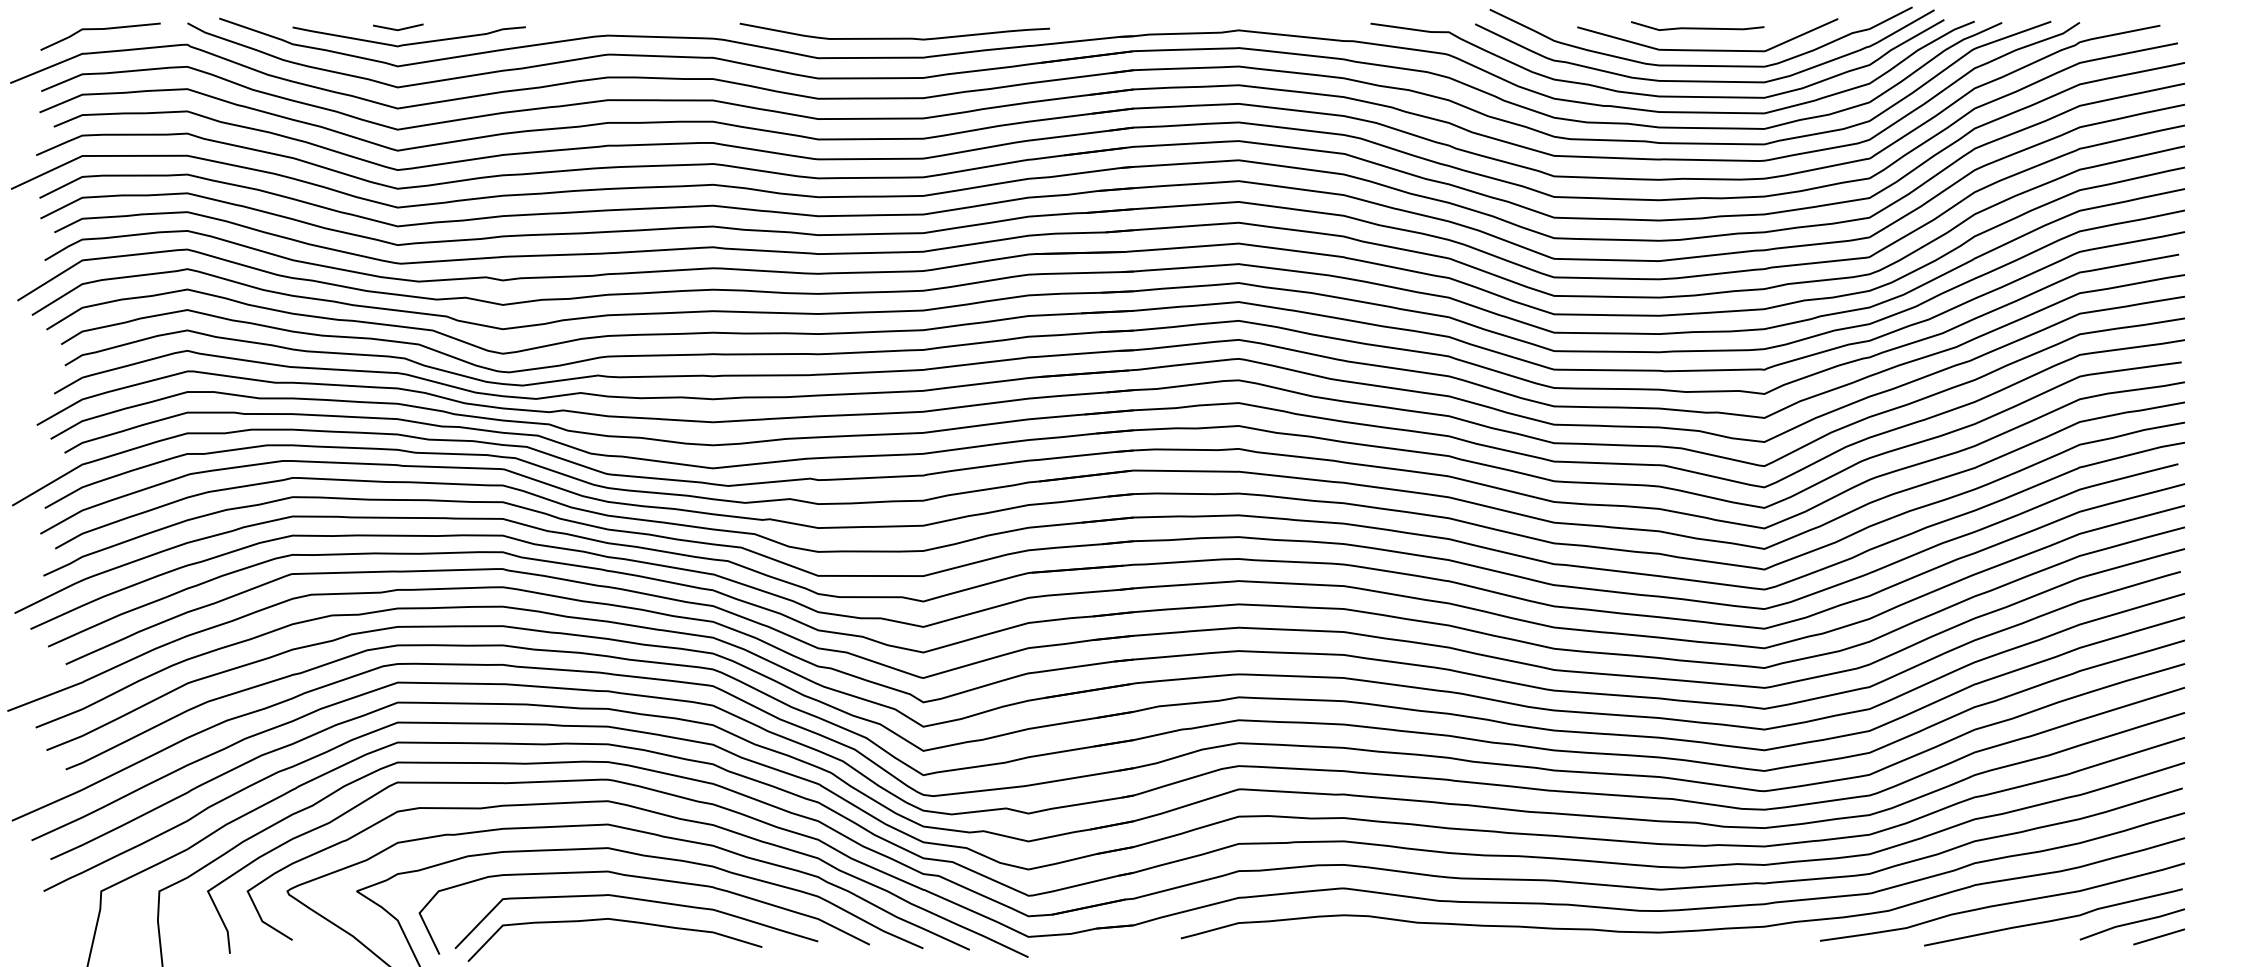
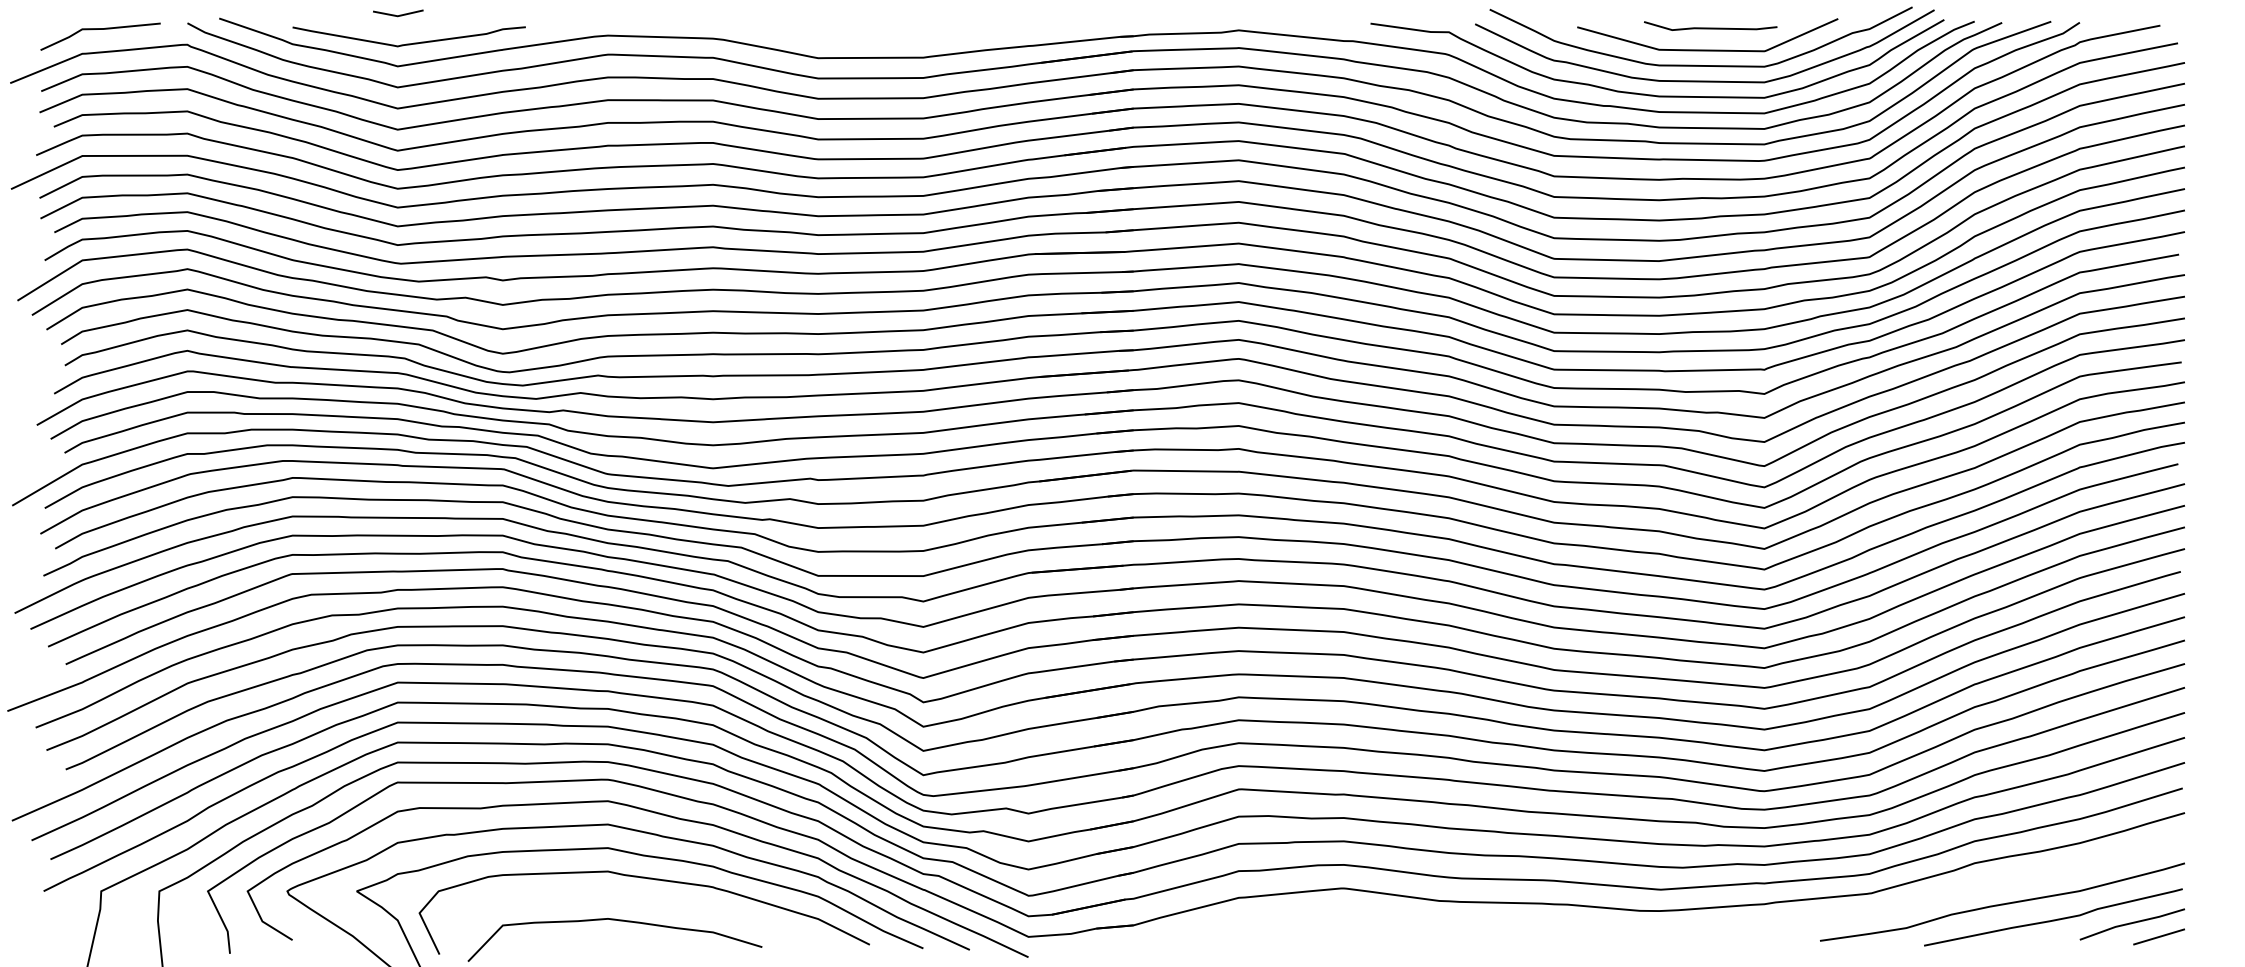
line at (1697, 27) position: (1697, 27) -> (1710, 27)
line at (399, 28) position: (399, 28) -> (399, 14)
curve at (894, 37): present -> none
curve at (637, 900): present -> none
curve at (1682, 930): present -> none
